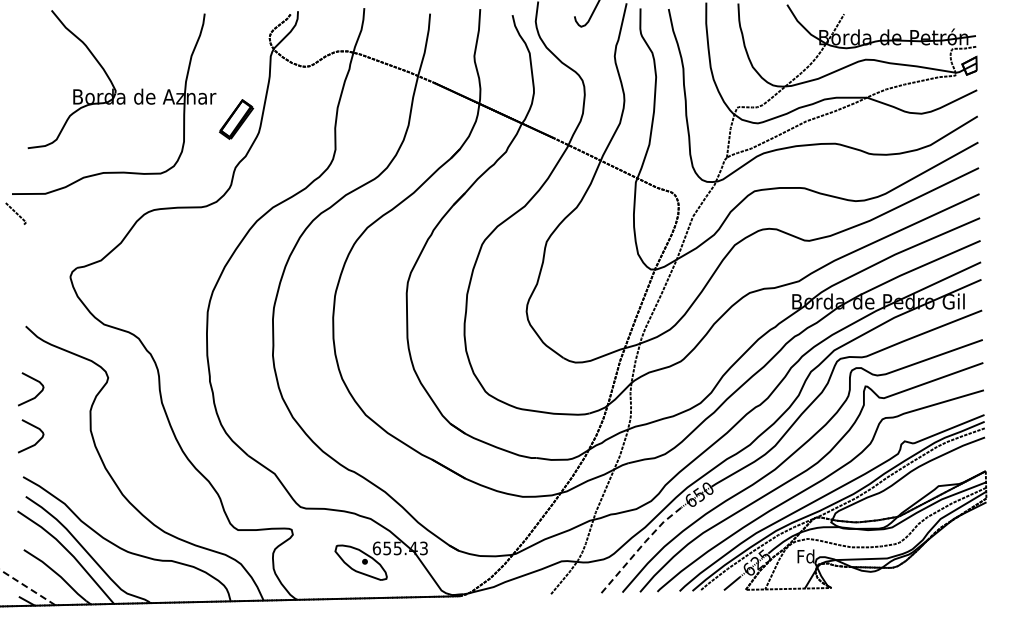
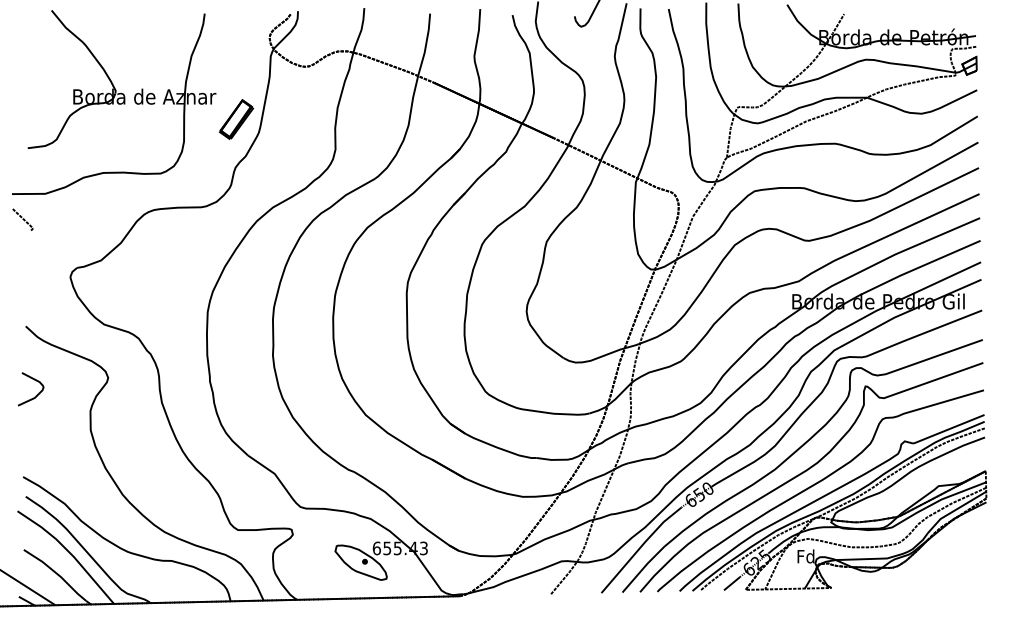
line at (15, 213) position: (15, 213) -> (22, 219)
curve at (36, 441): present -> none
line at (640, 547): dashed -> solid
line at (27, 587): dashed -> solid
